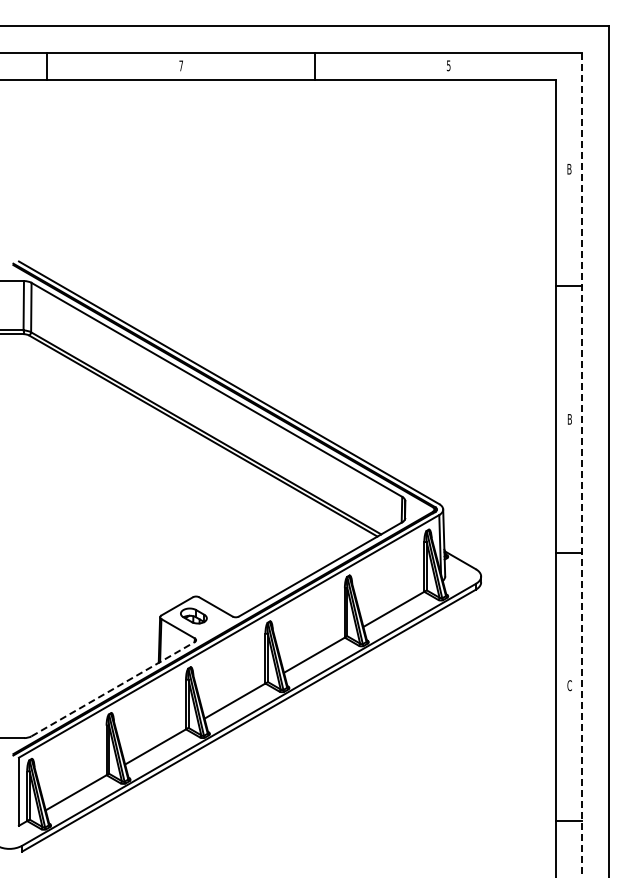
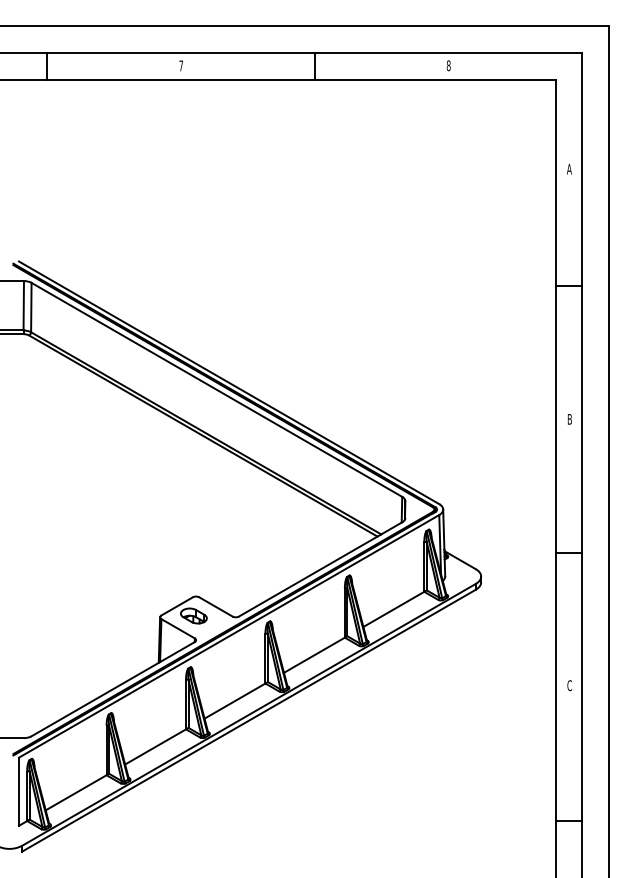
text at (448, 65): 5 -> 8
text at (568, 168): B -> A
line at (582, 465): dashed -> solid
line at (113, 688): dashed -> solid
